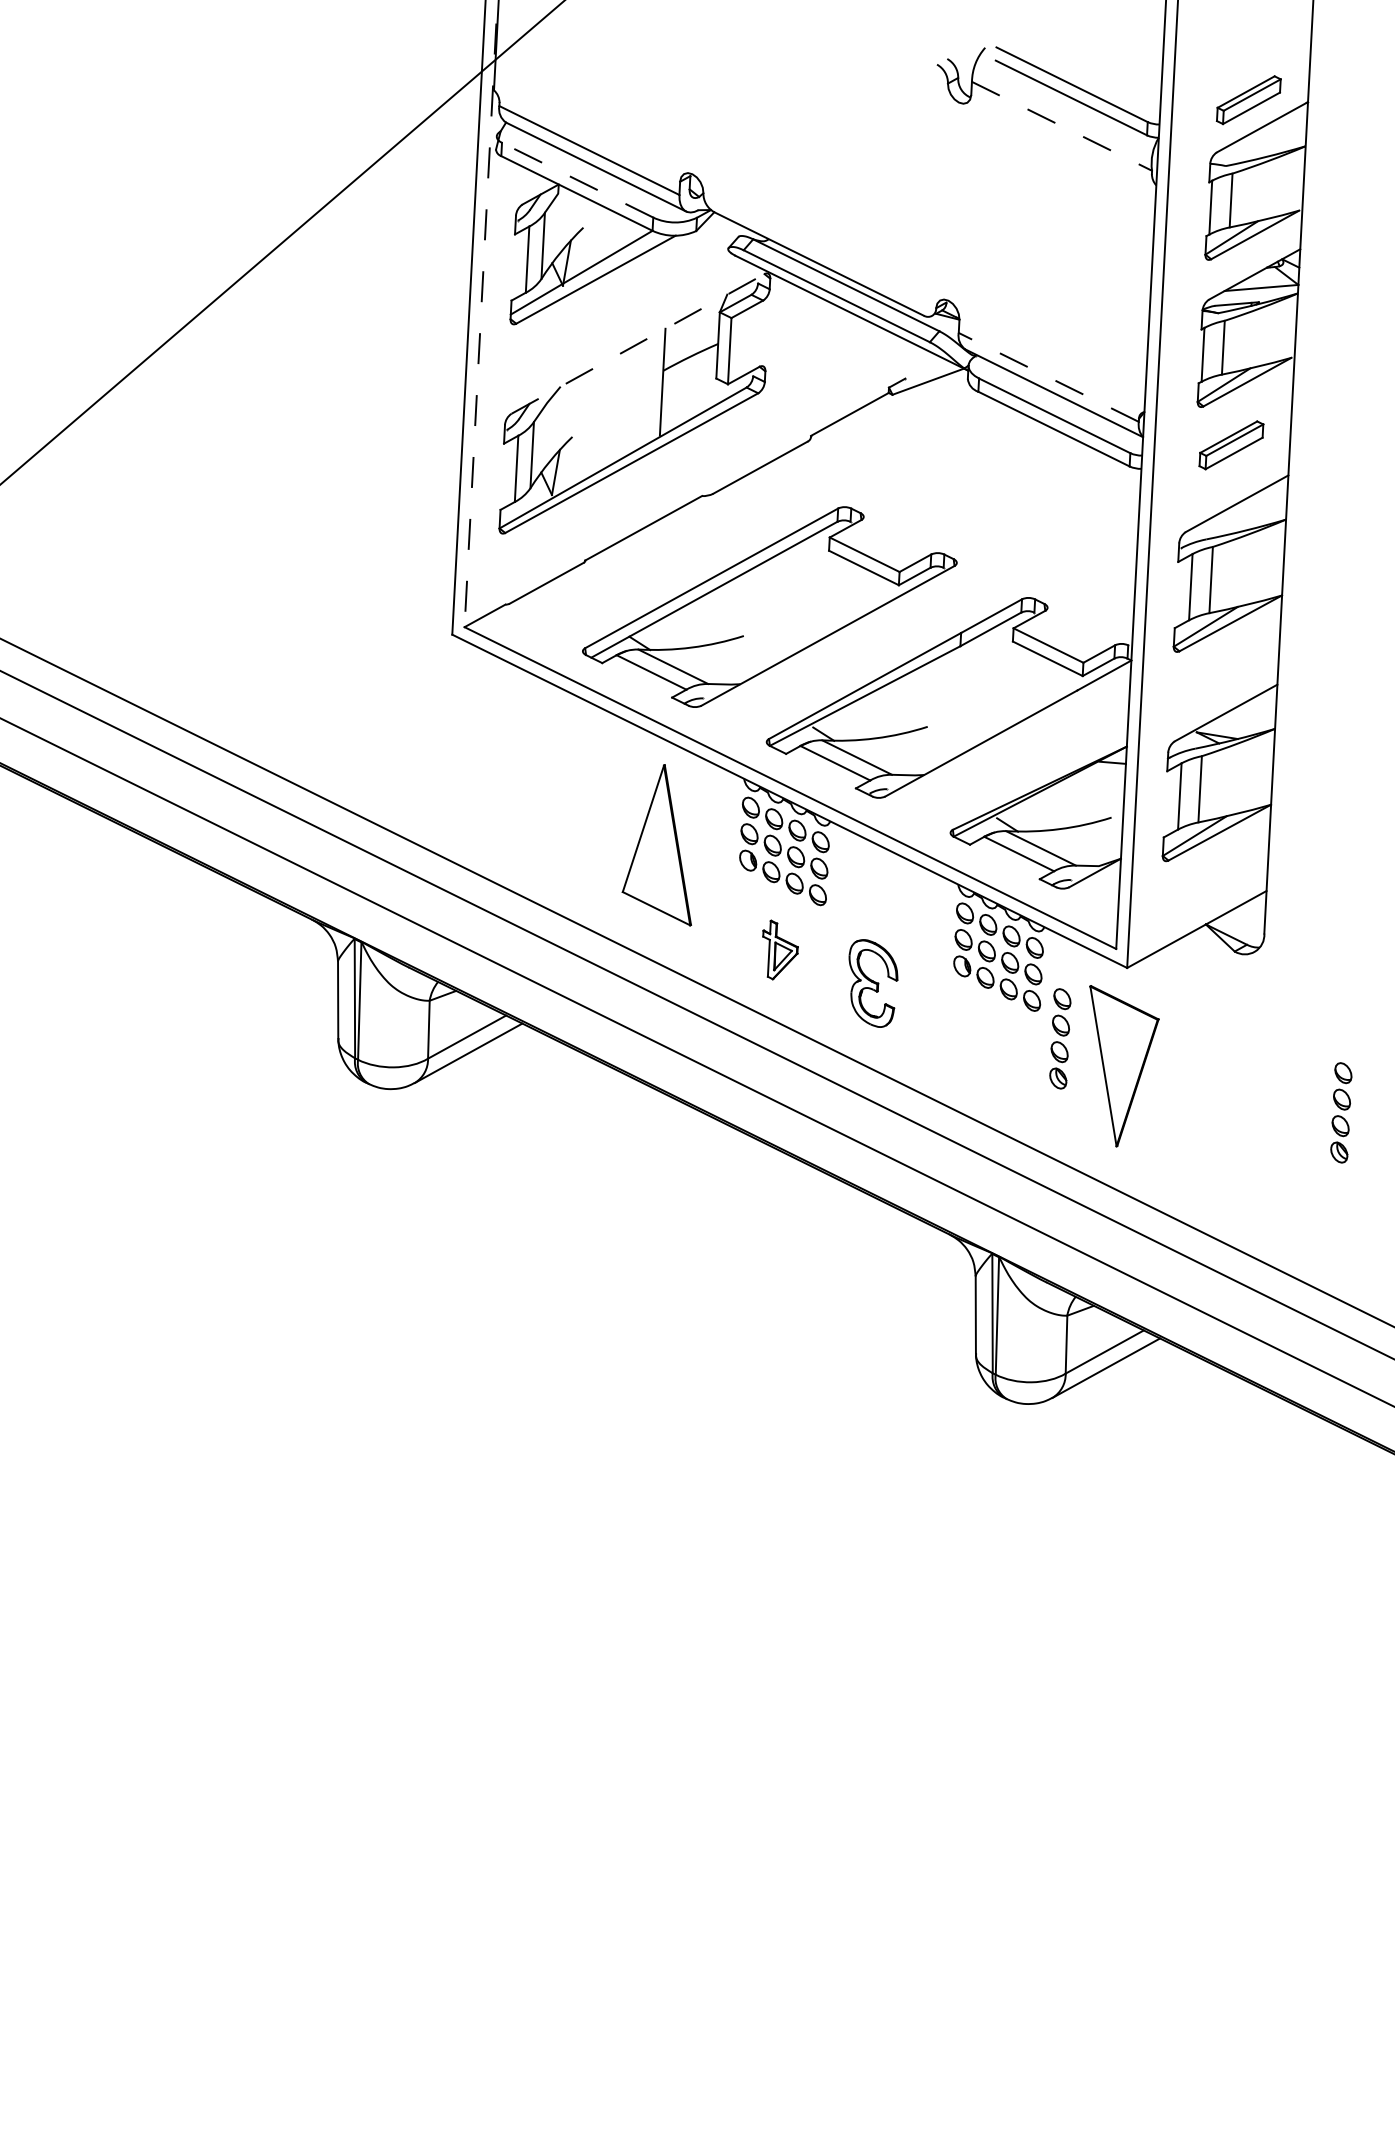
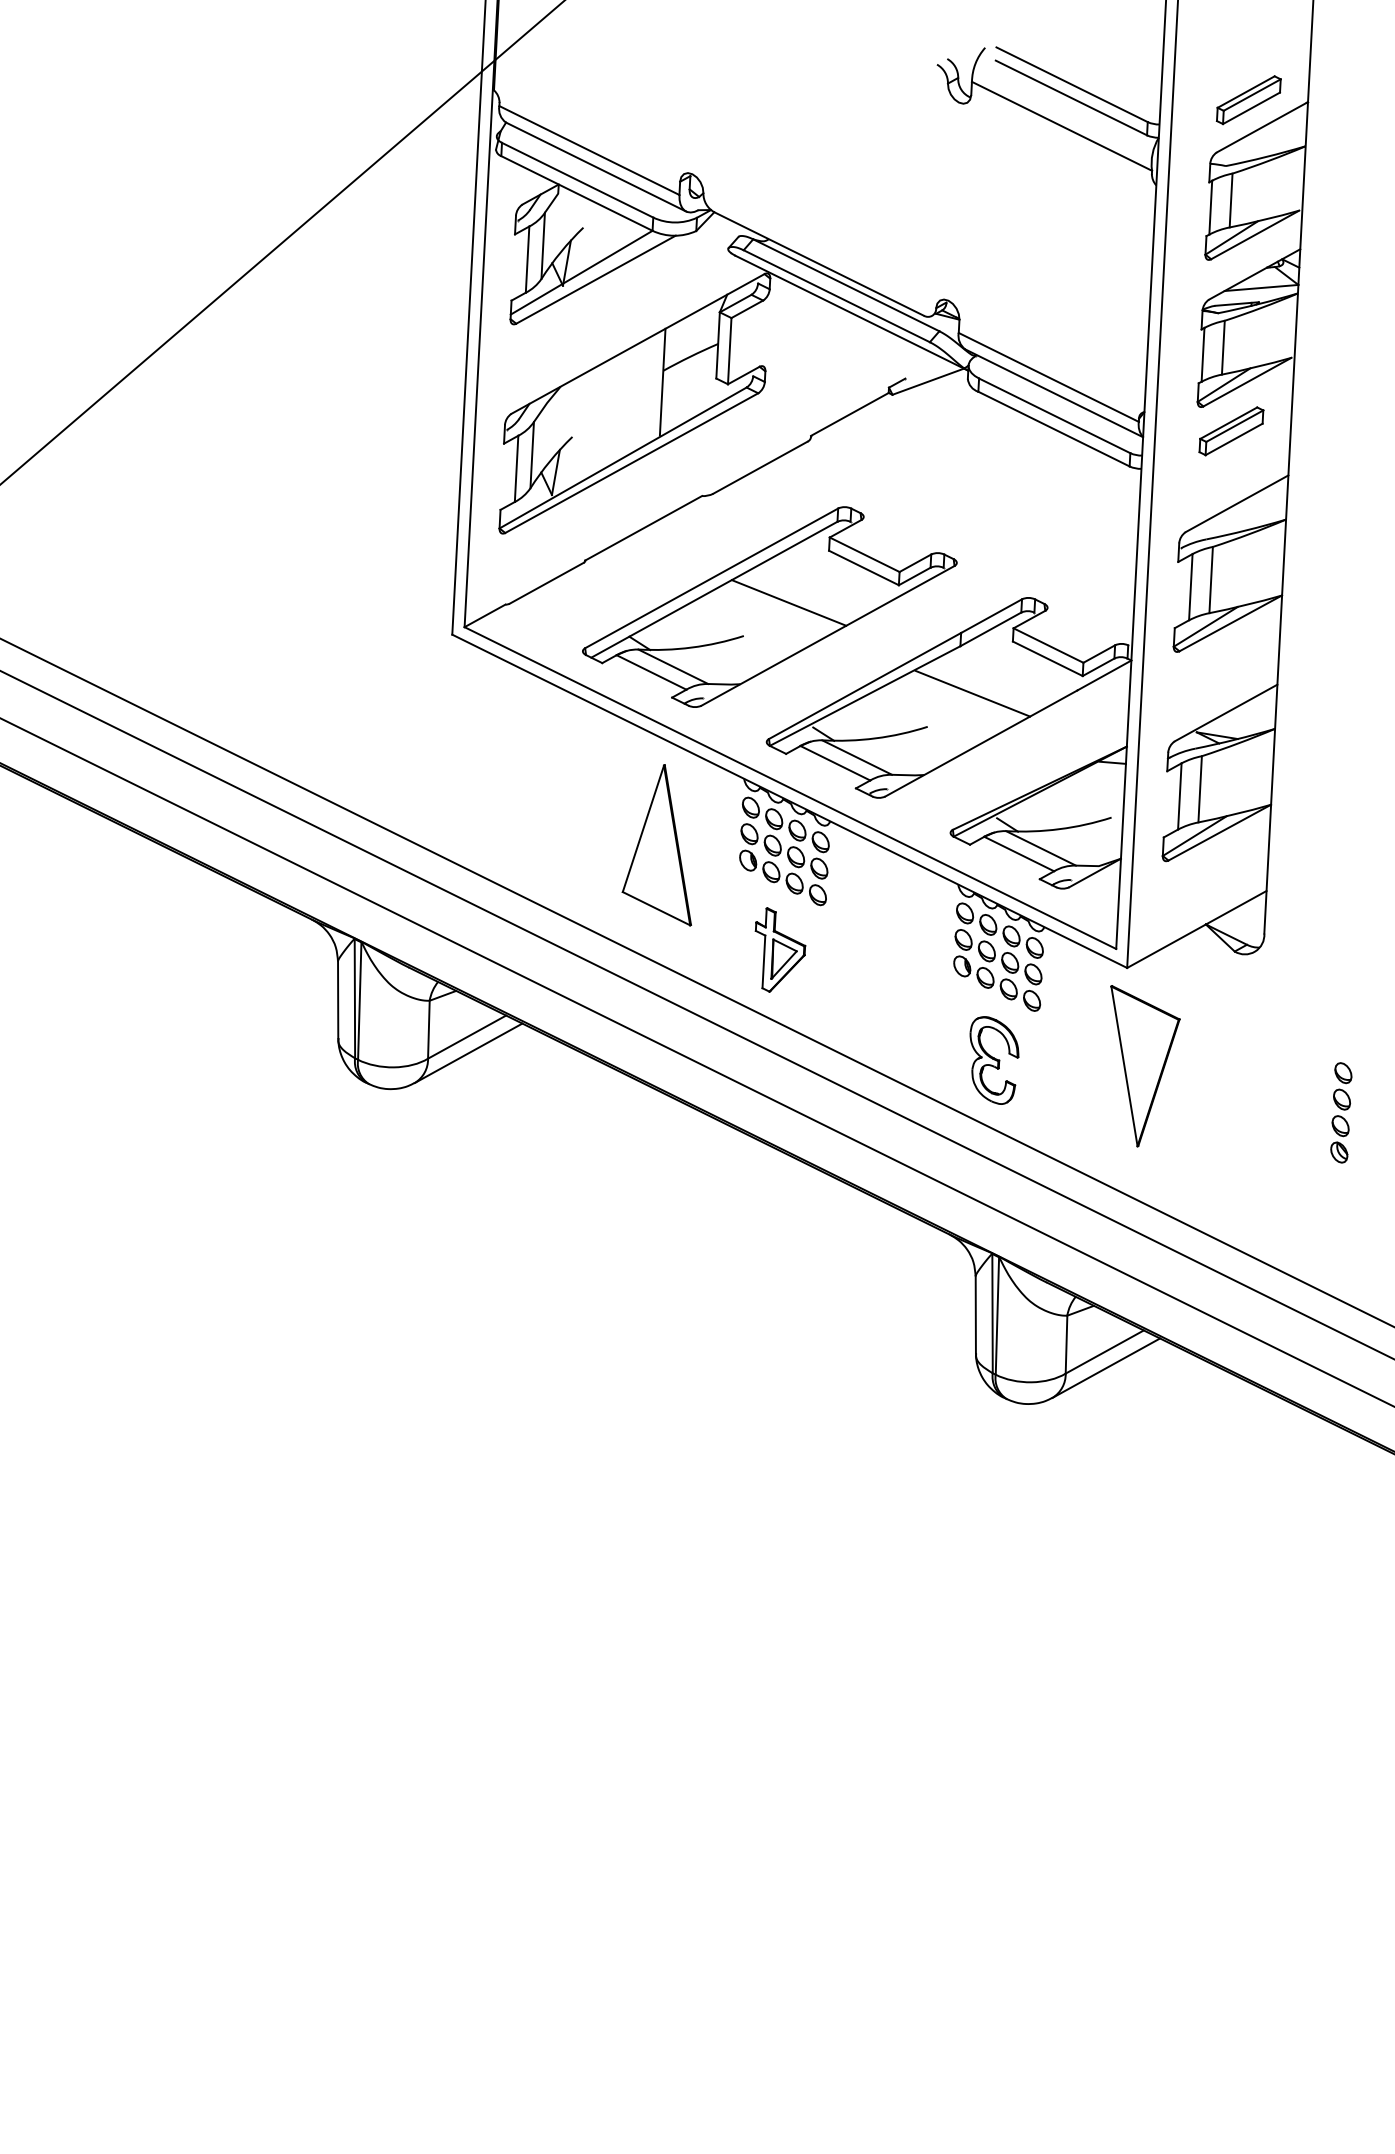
line at (1062, 126): dashed -> solid
line at (577, 180): dashed -> solid
line at (481, 313): dashed -> solid
line at (638, 343): dashed -> solid
line at (1048, 377): dashed -> solid
part at (1231, 445) position: (1231, 445) -> (1231, 431)
line at (788, 602): none -> present
line at (972, 693): none -> present
part at (780, 949) size: 37x62 px -> 53x86 px
part at (873, 983) position: (873, 983) -> (994, 1060)
part at (1060, 1038): present -> none
part at (1124, 1066) position: (1124, 1066) -> (1145, 1066)
